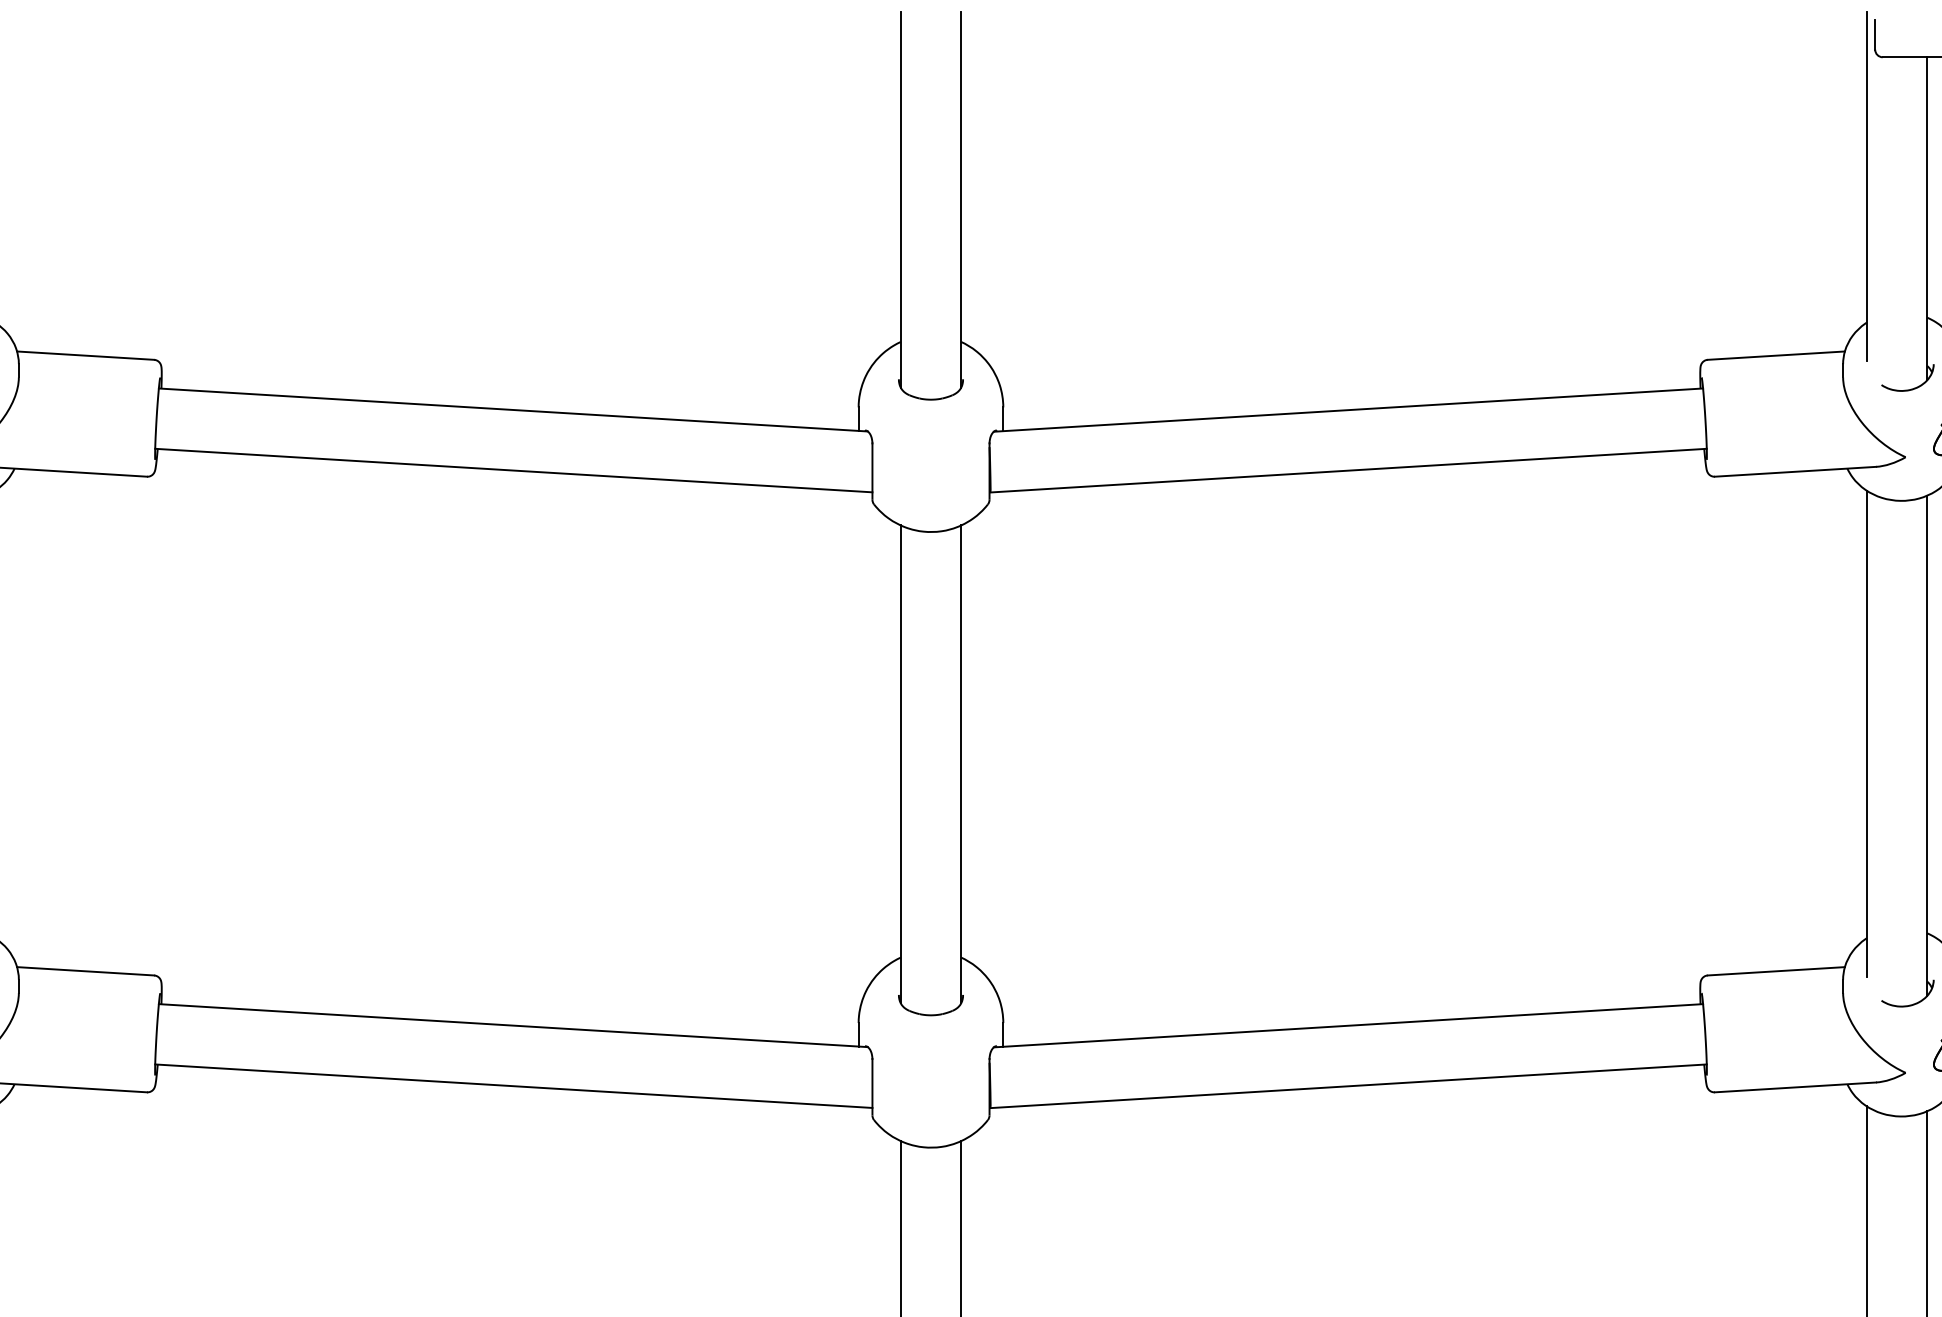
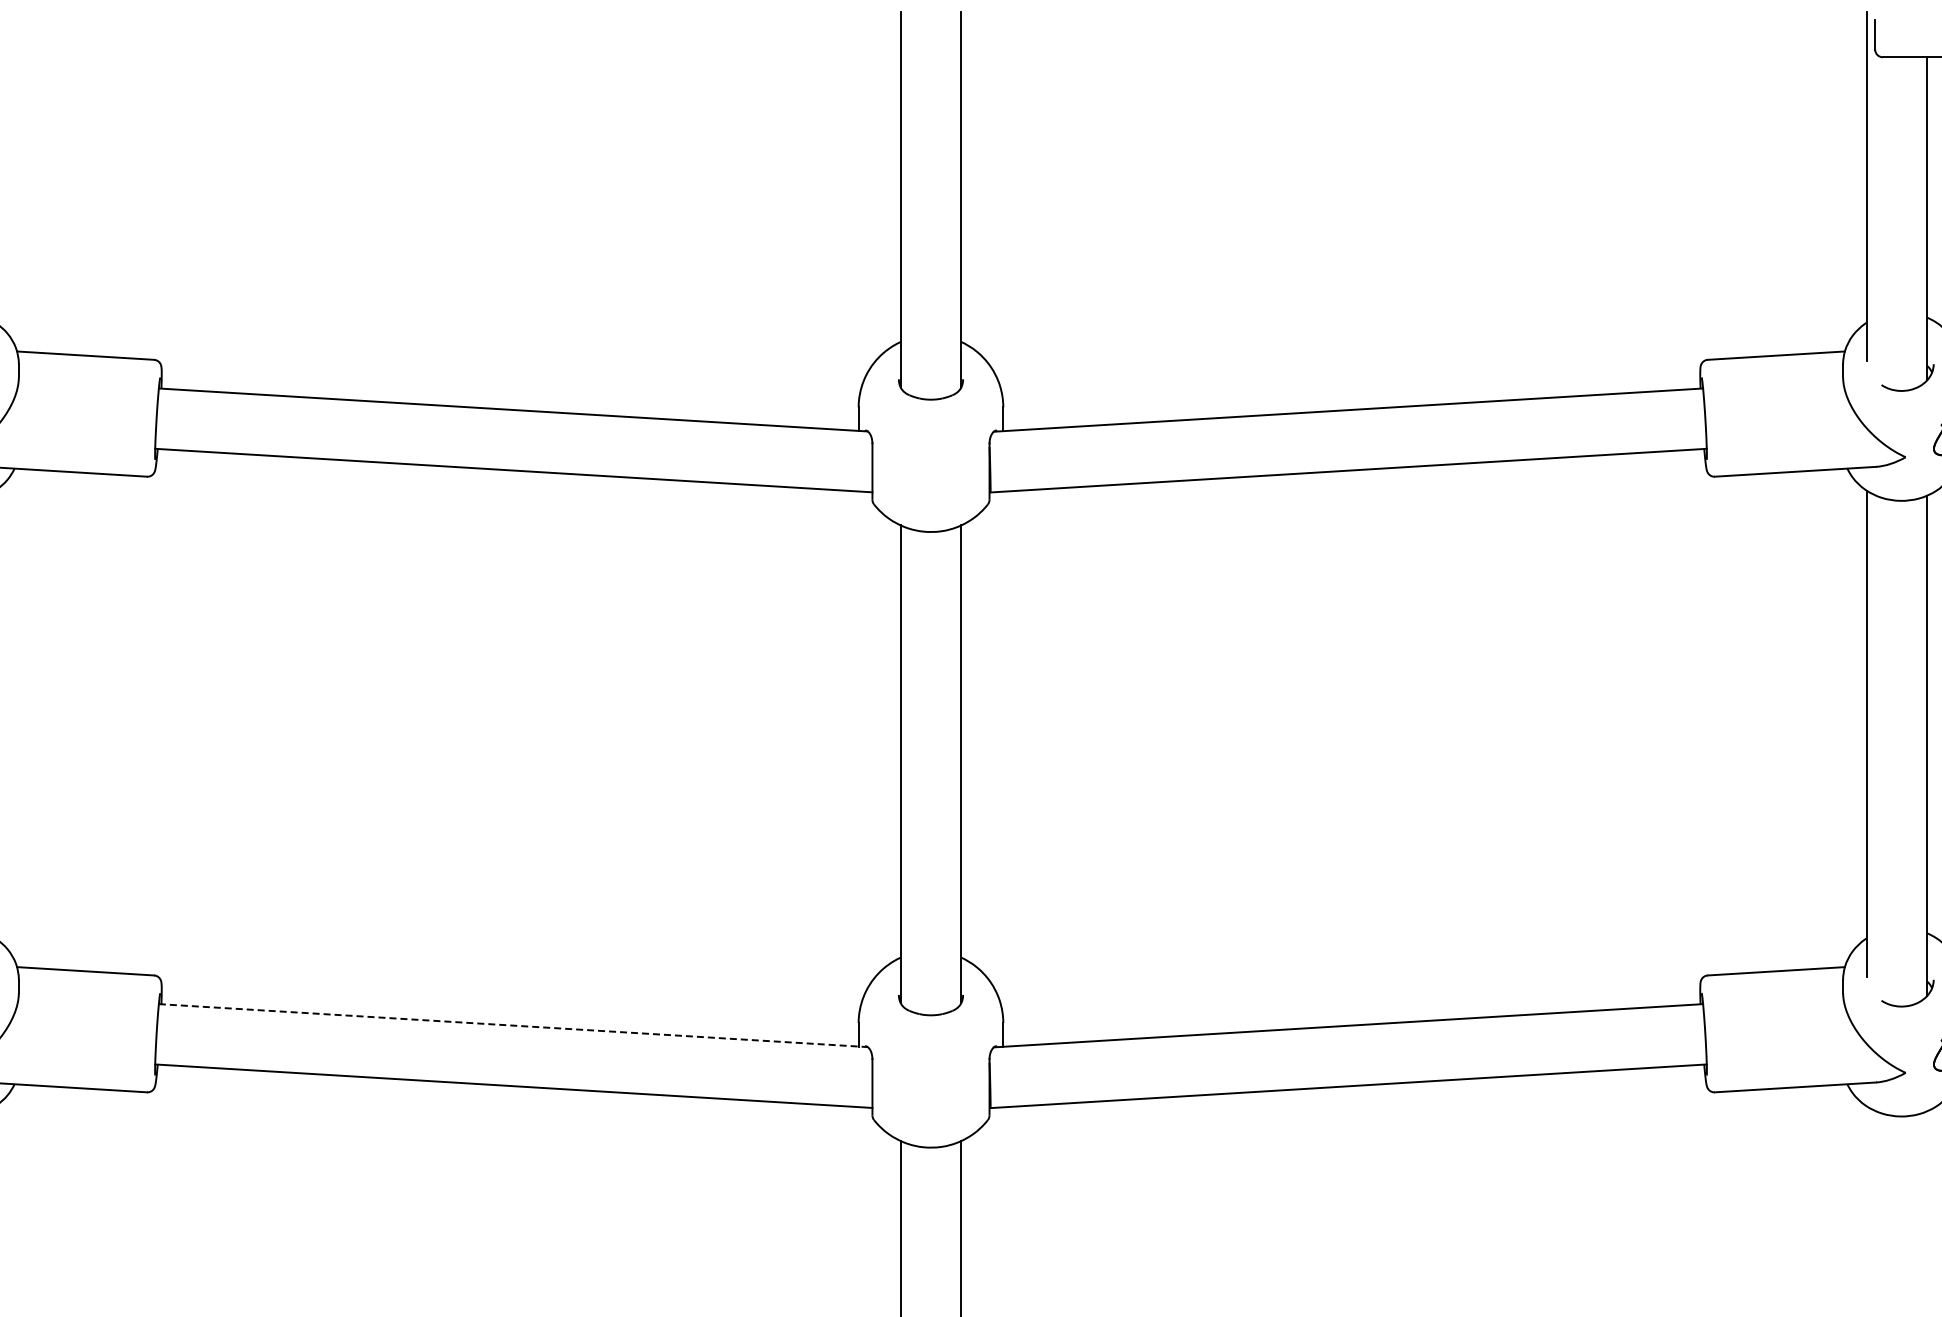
line at (513, 1025): solid -> dashed
line at (1866, 1209): present -> none
line at (1927, 1212): present -> none
